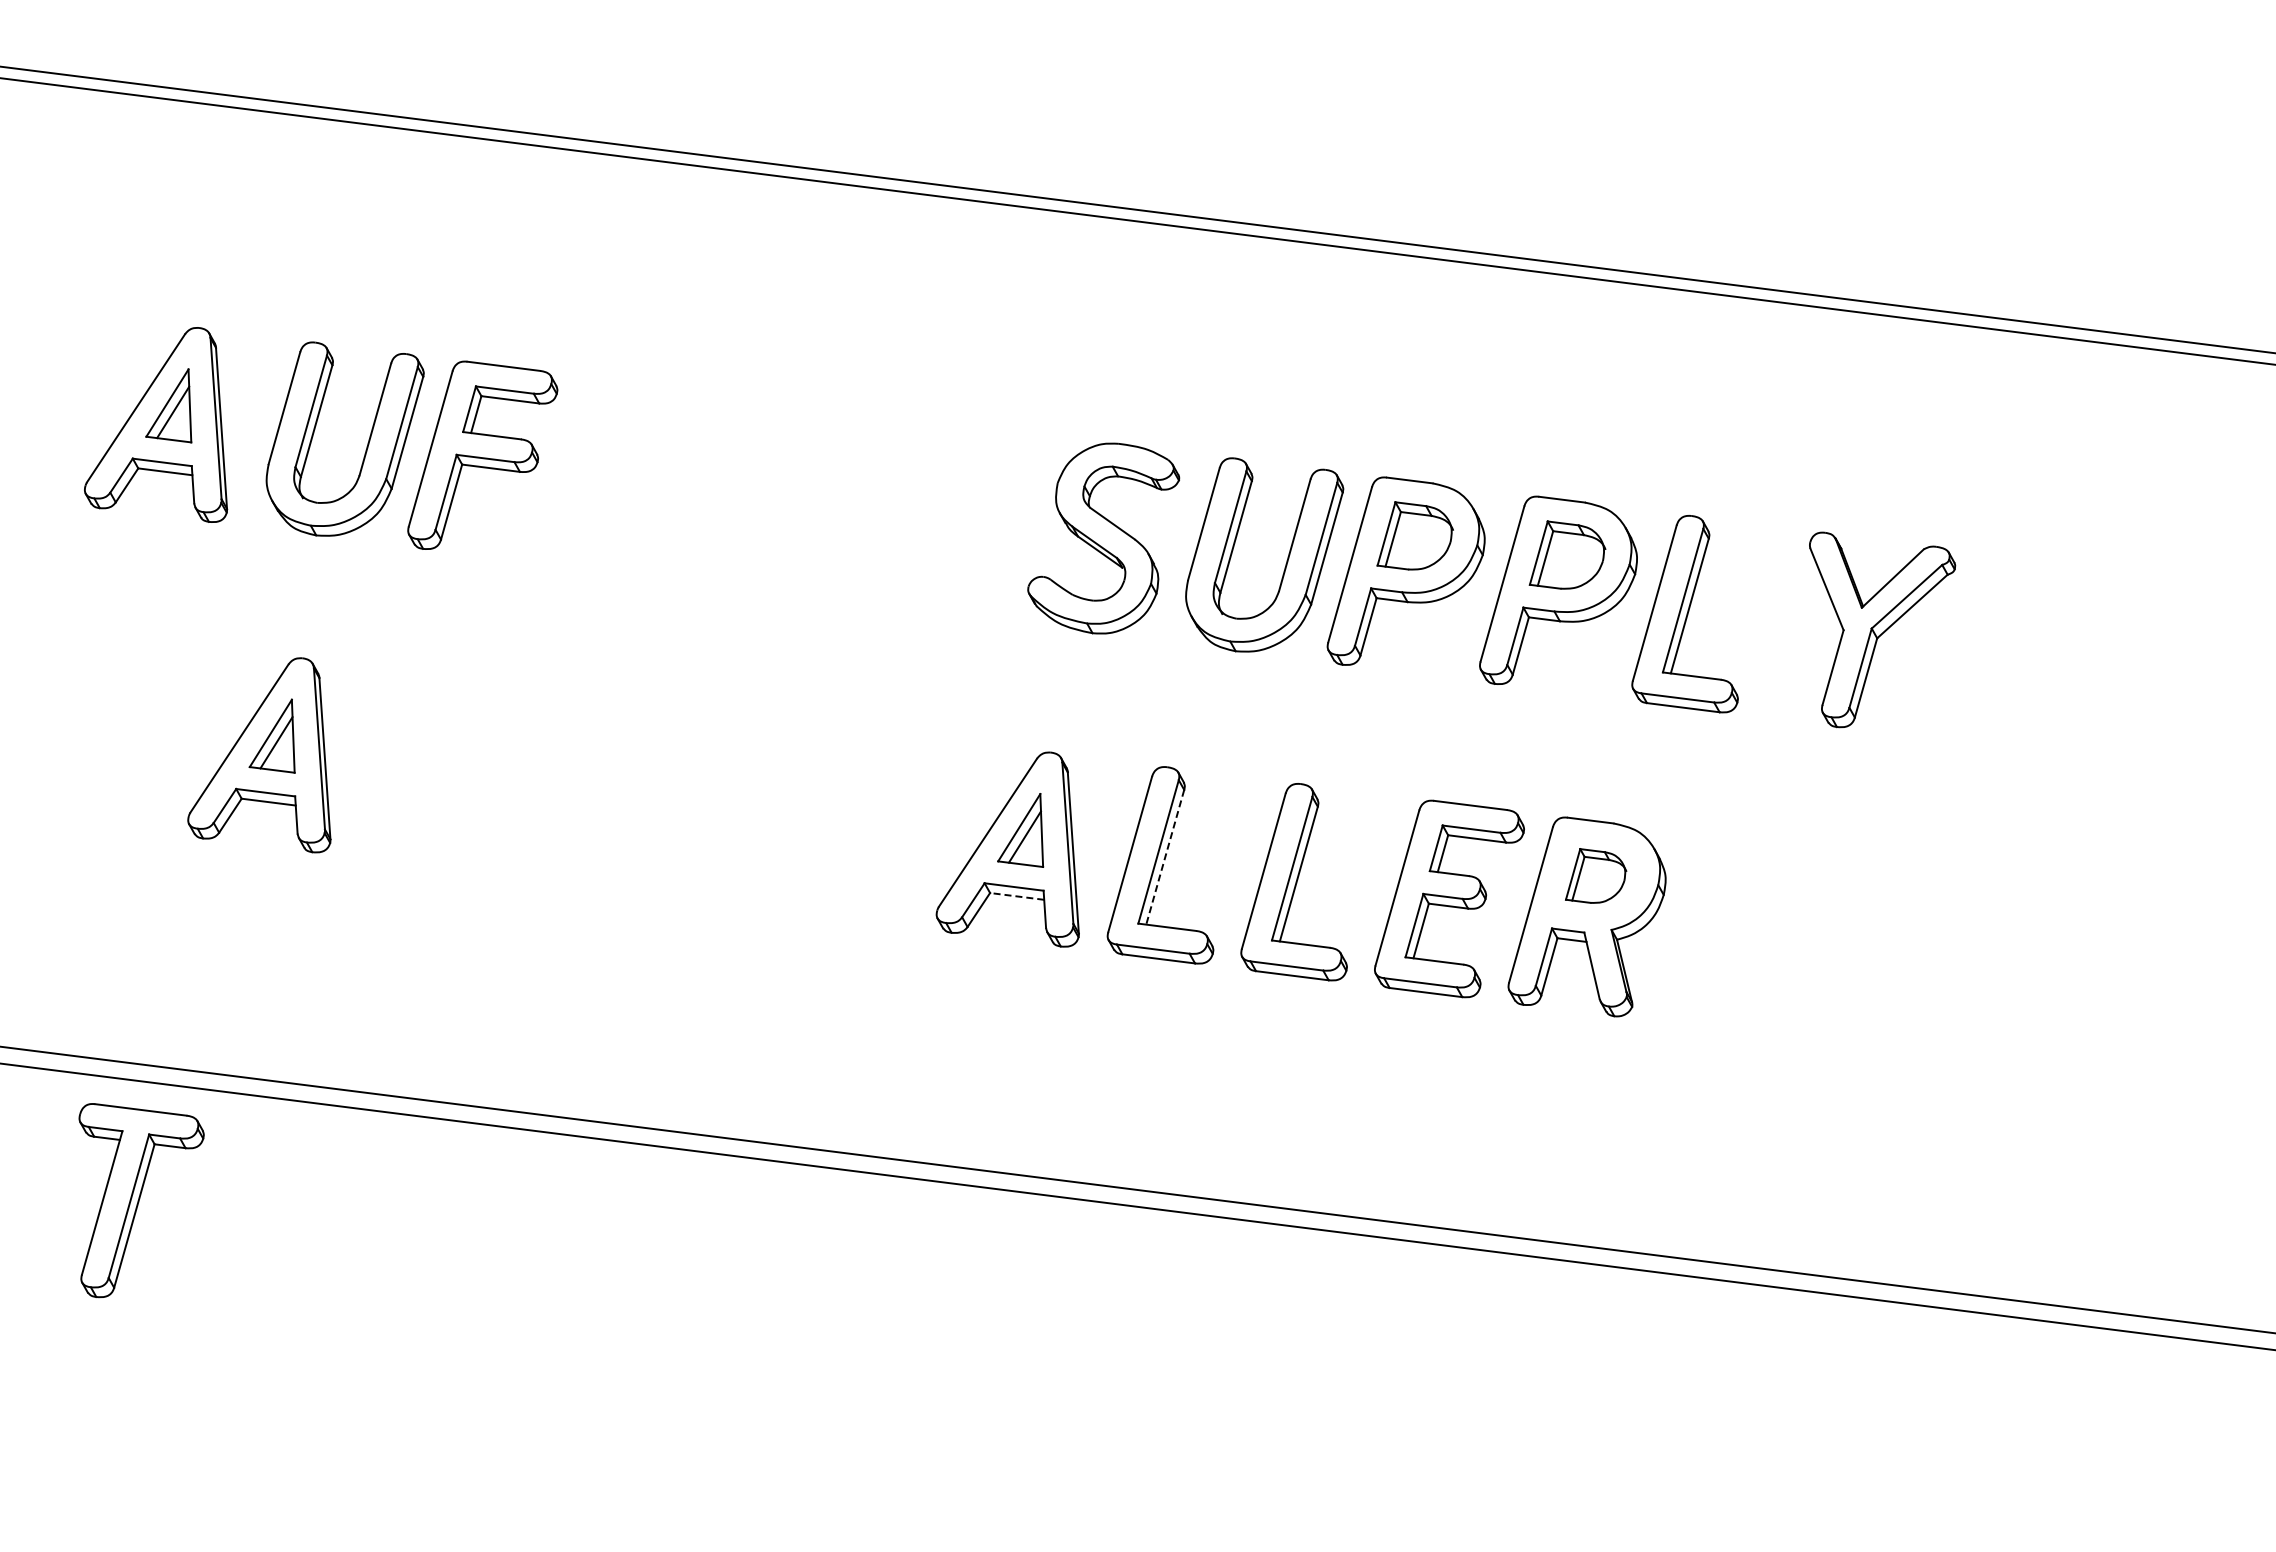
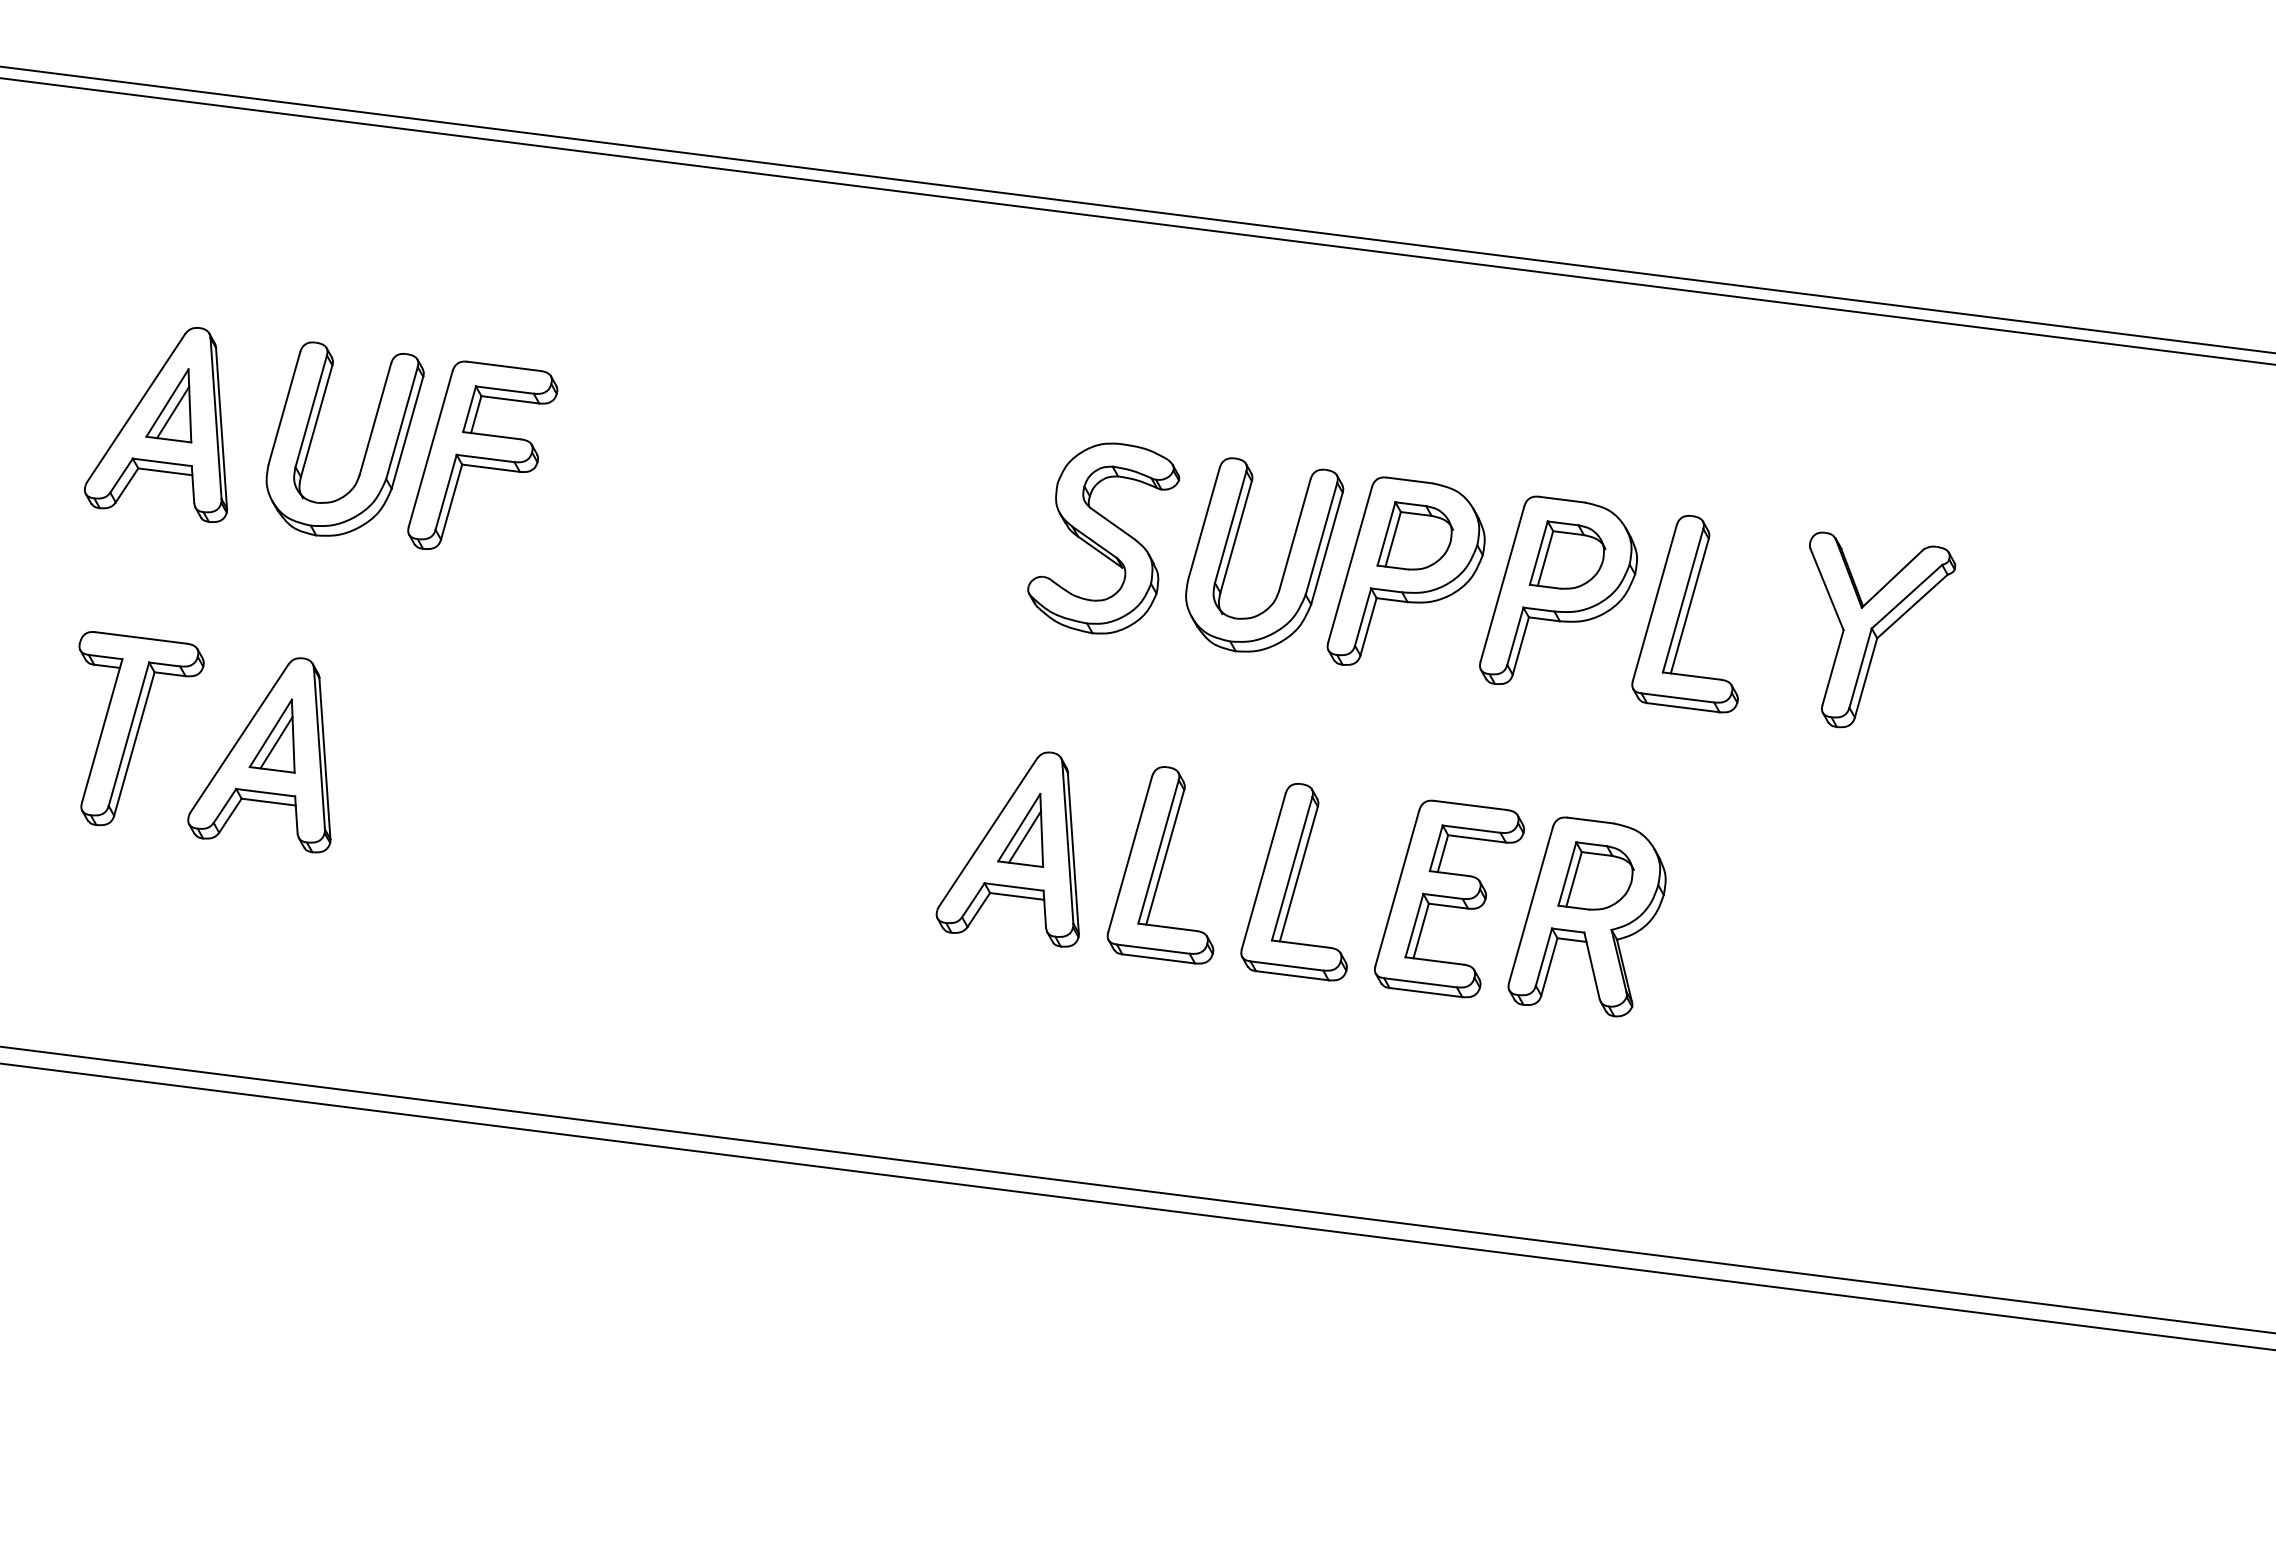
line at (1165, 857): dashed -> solid
part at (1596, 875) size: 63x56 px -> 78x70 px
line at (1016, 896): dashed -> solid
part at (141, 1200) position: (141, 1200) -> (141, 728)
